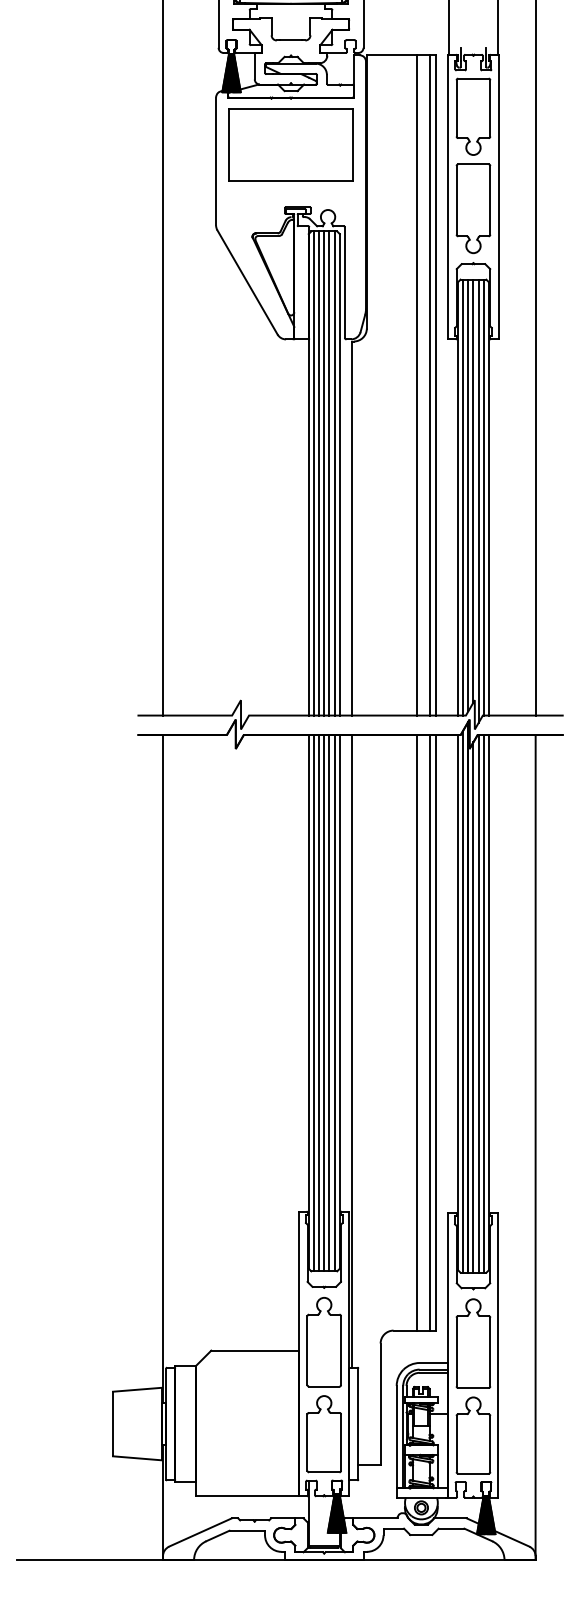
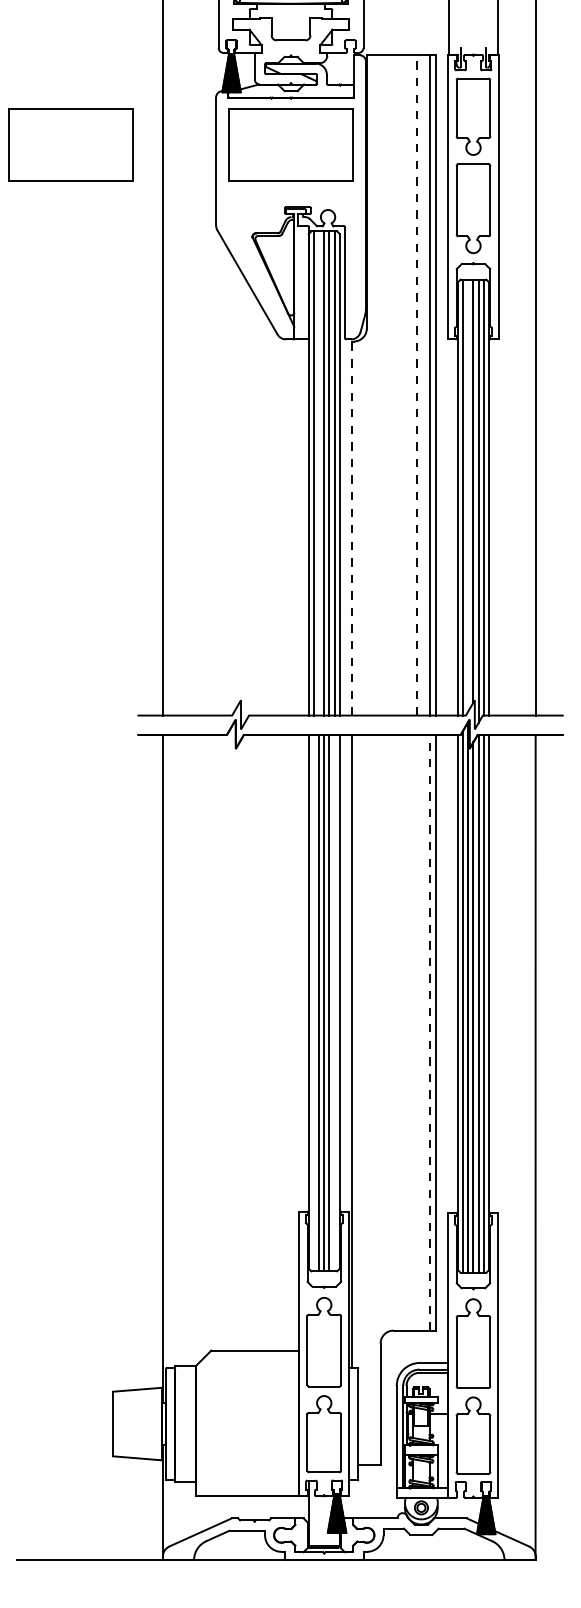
part at (70, 144): none -> present
line at (416, 384): solid -> dashed
line at (319, 473): present -> none
line at (468, 495): present -> none
line at (352, 528): solid -> dashed
line at (313, 1003): present -> none
line at (334, 1003): present -> none
line at (416, 1032): present -> none
line at (429, 1032): solid -> dashed
